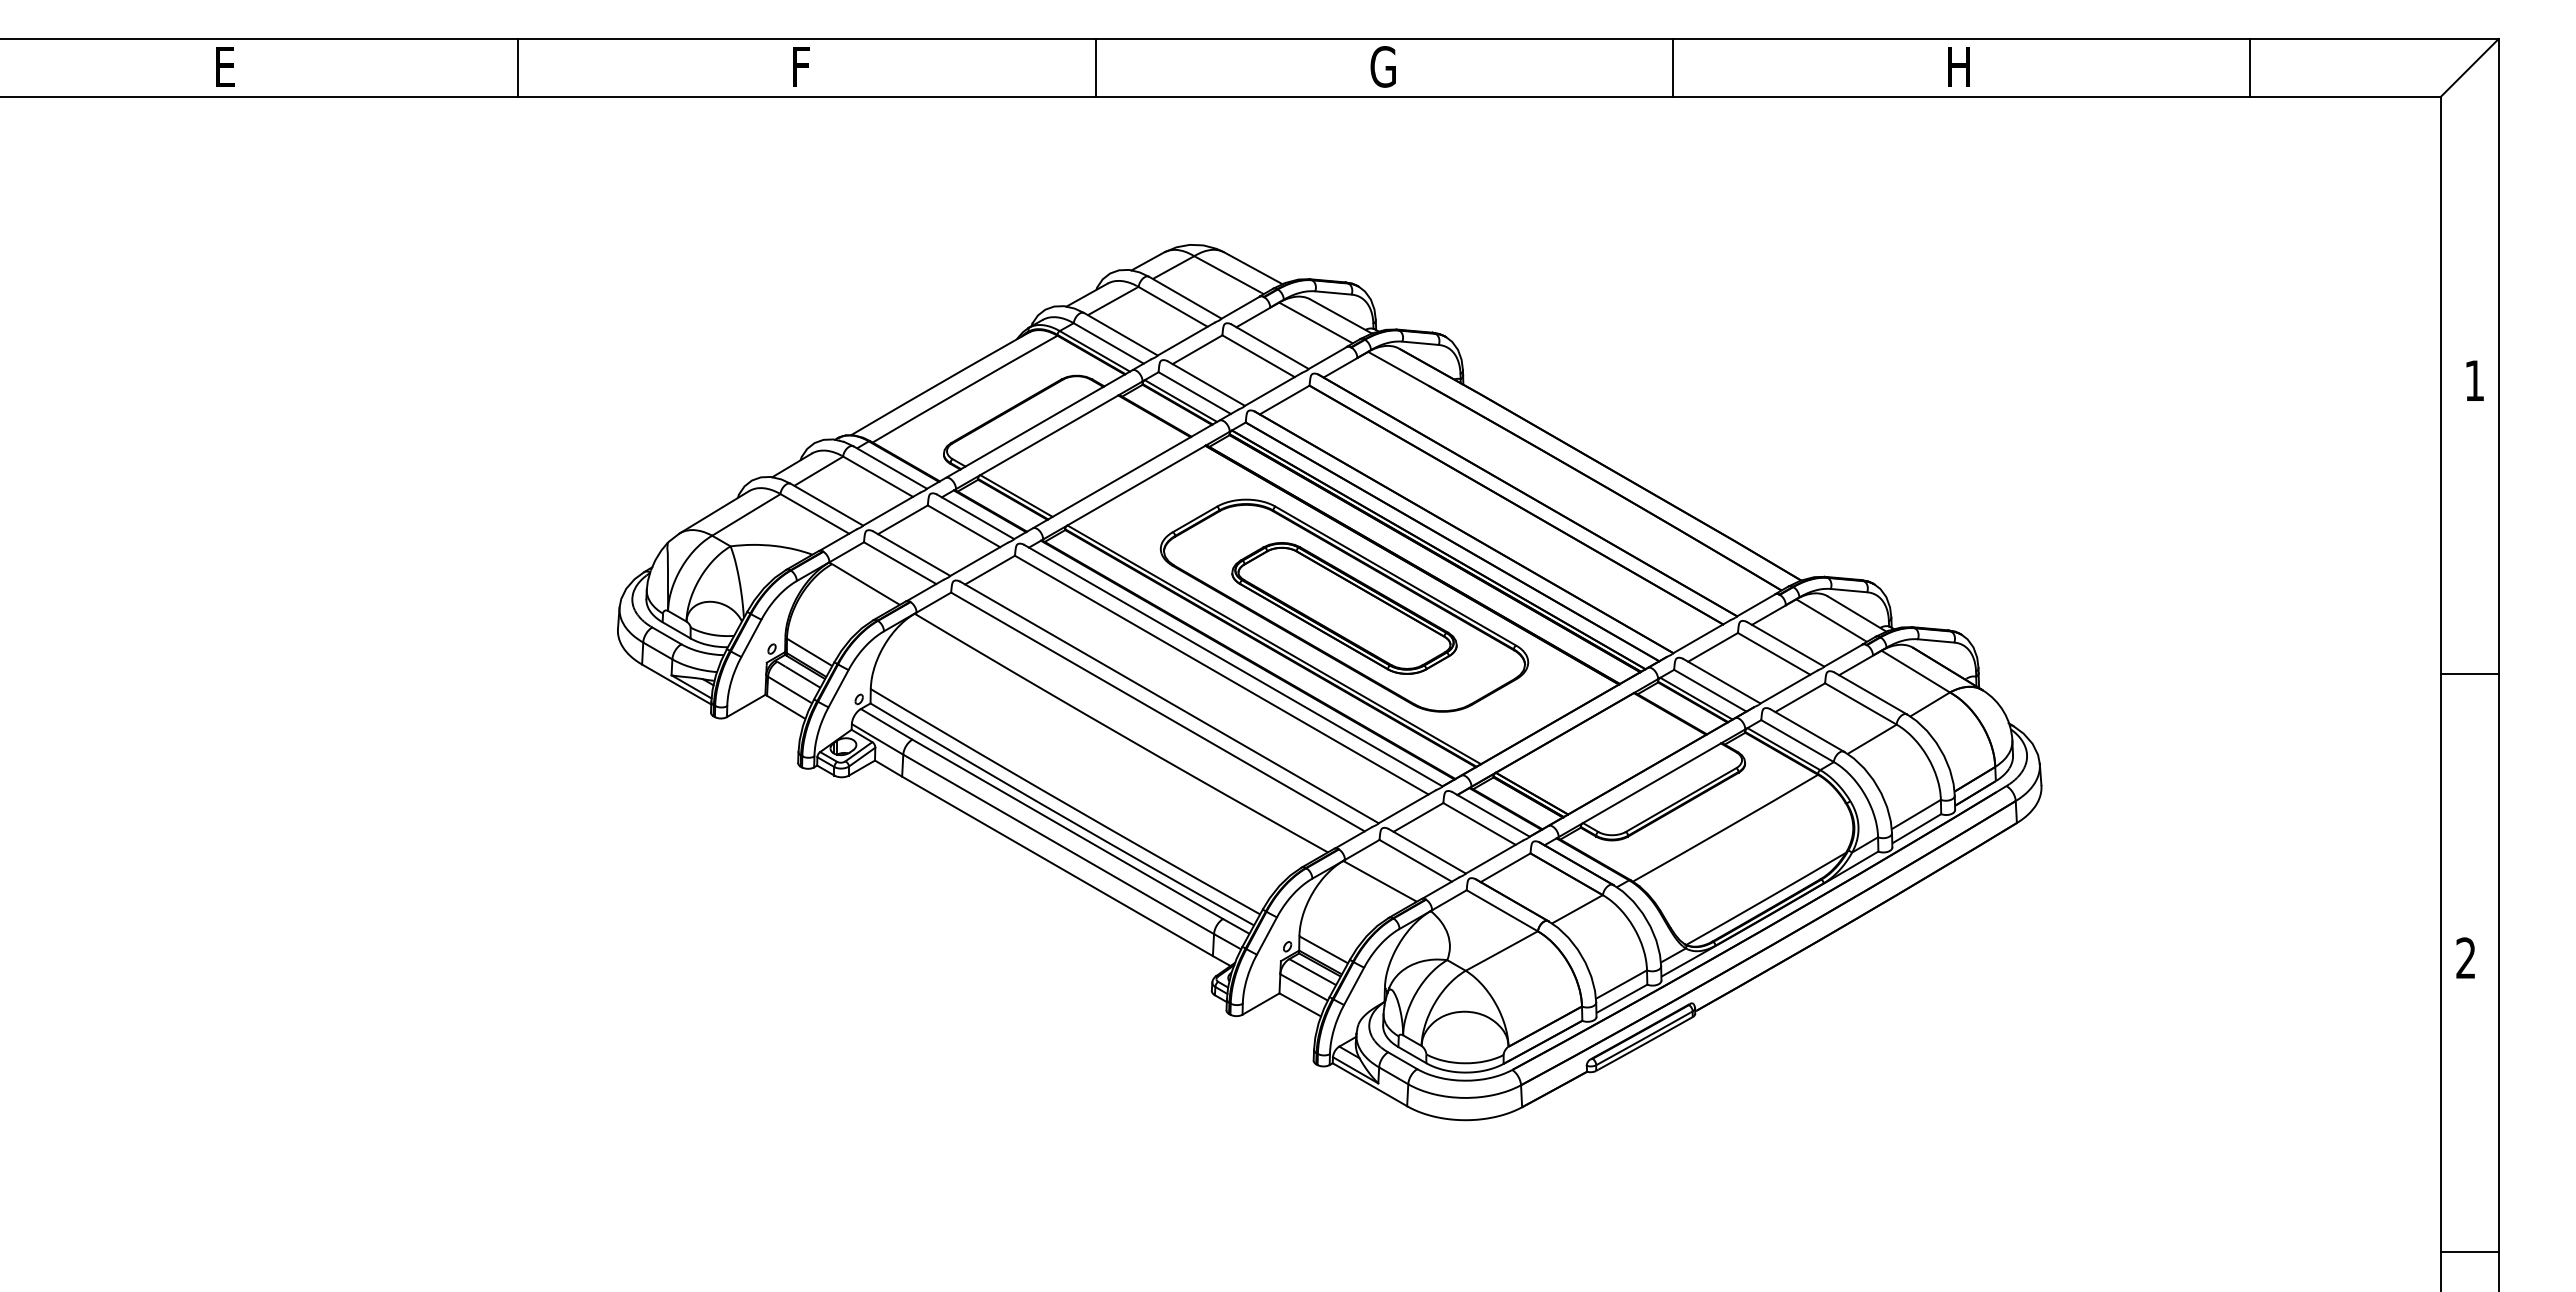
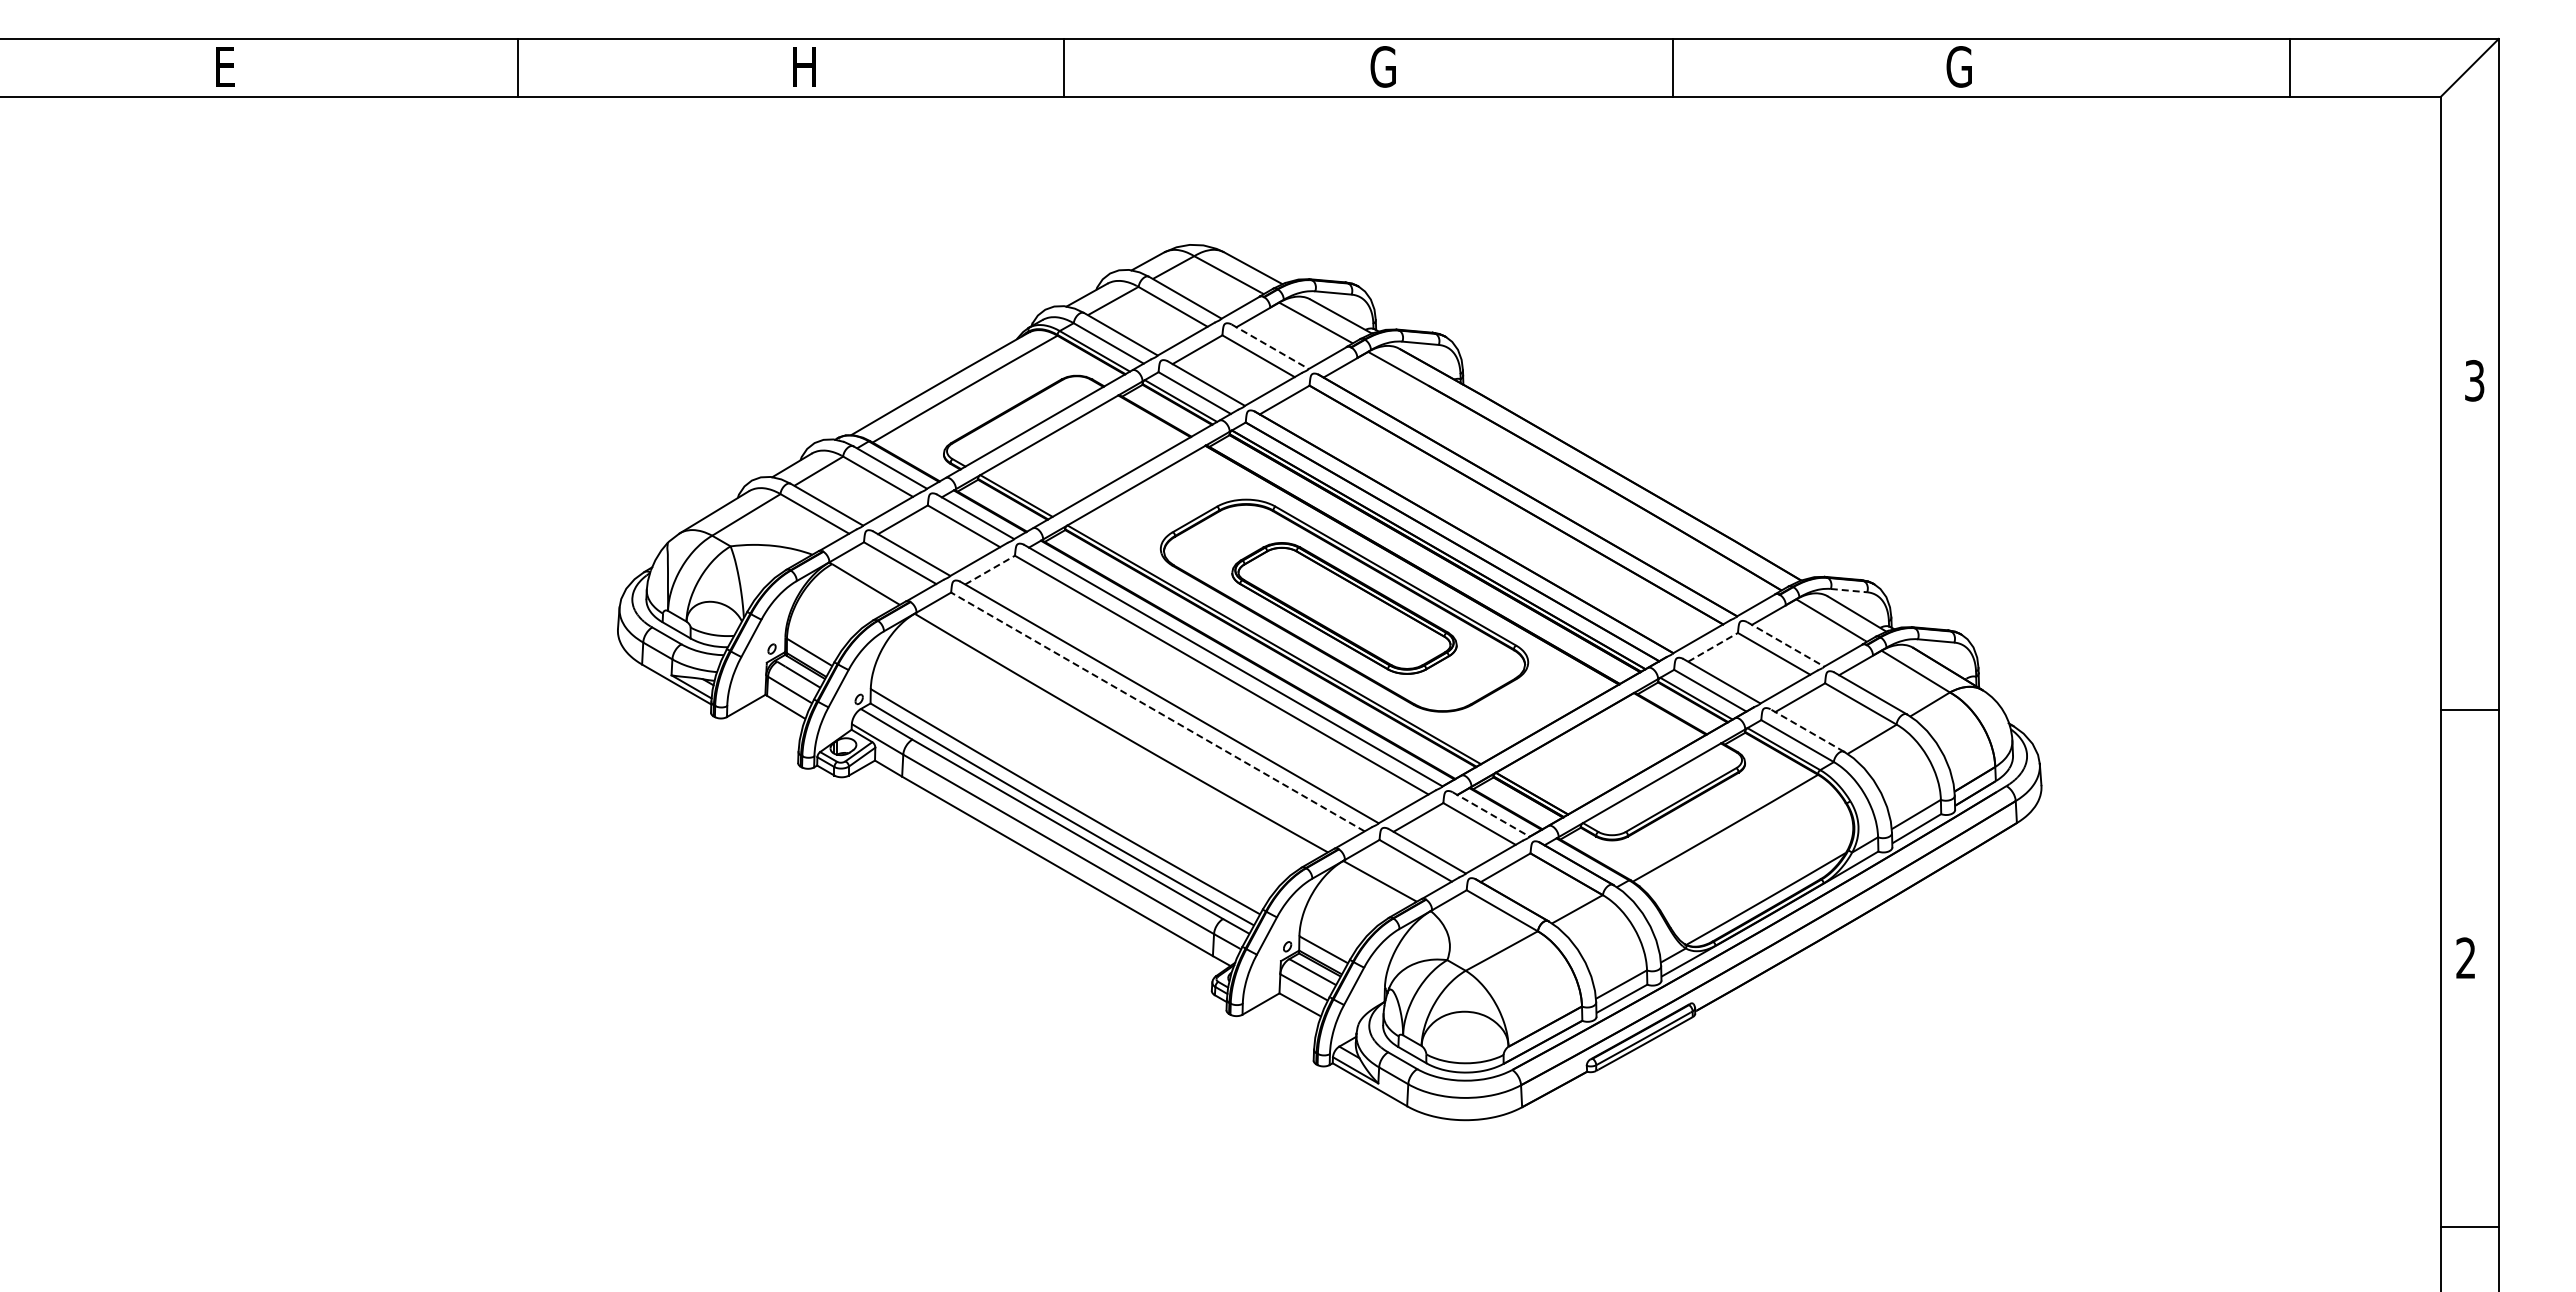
text at (806, 66): F -> H
text at (1958, 66): H -> G
line at (1095, 67) position: (1095, 67) -> (1063, 67)
line at (2250, 67) position: (2250, 67) -> (2290, 67)
line at (1270, 346): solid -> dashed
text at (2474, 380): 1 -> 3
line at (990, 570): solid -> dashed
line at (1849, 590): solid -> dashed
line at (1786, 644): solid -> dashed
line at (1713, 647): solid -> dashed
line at (2469, 674) position: (2469, 674) -> (2469, 710)
line at (1157, 711): solid -> dashed
line at (1807, 730): solid -> dashed
line at (1491, 814): solid -> dashed
line at (2469, 1251) position: (2469, 1251) -> (2469, 1226)
